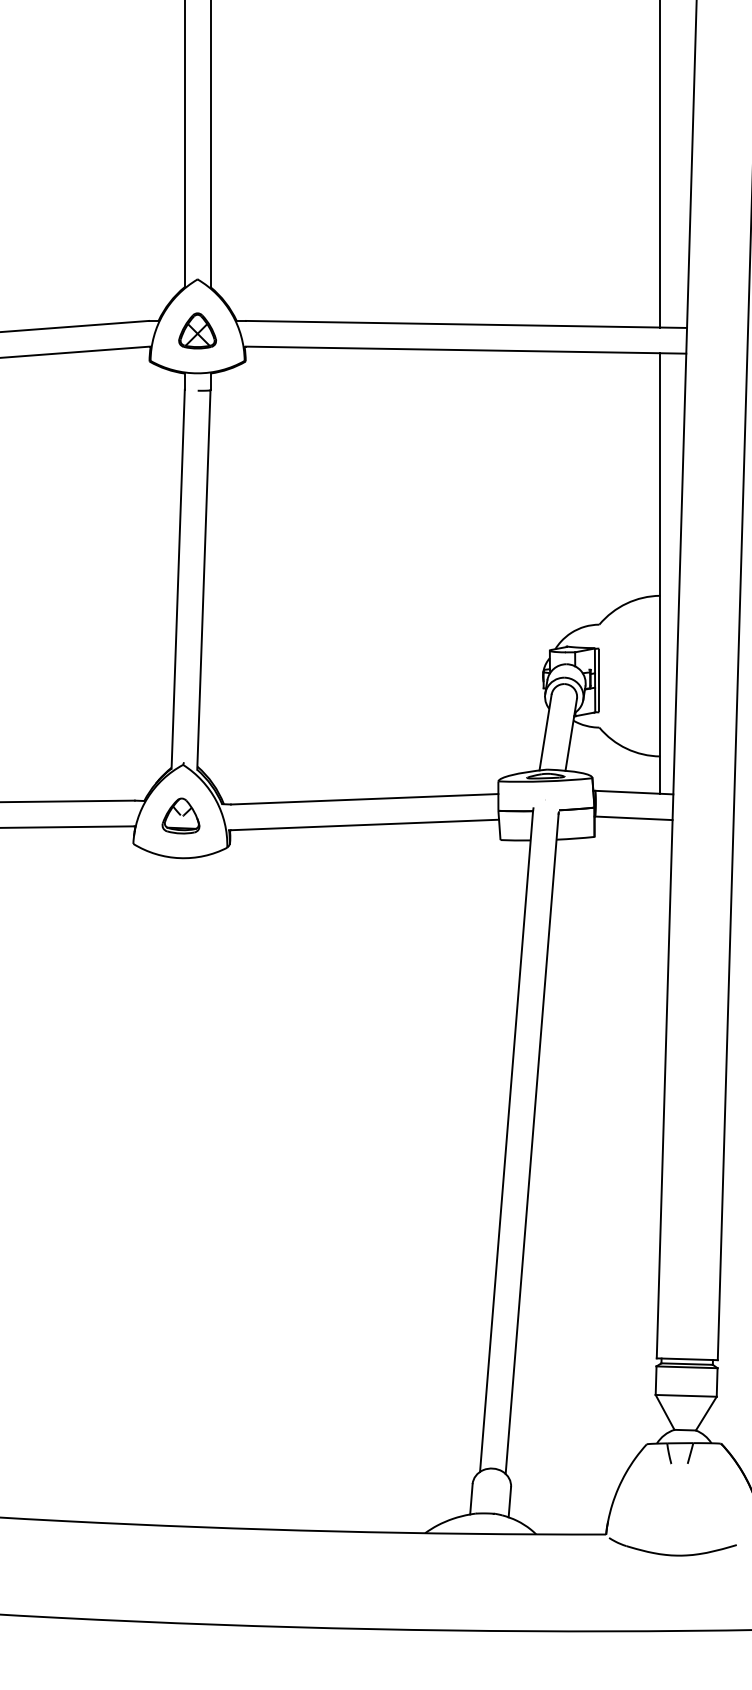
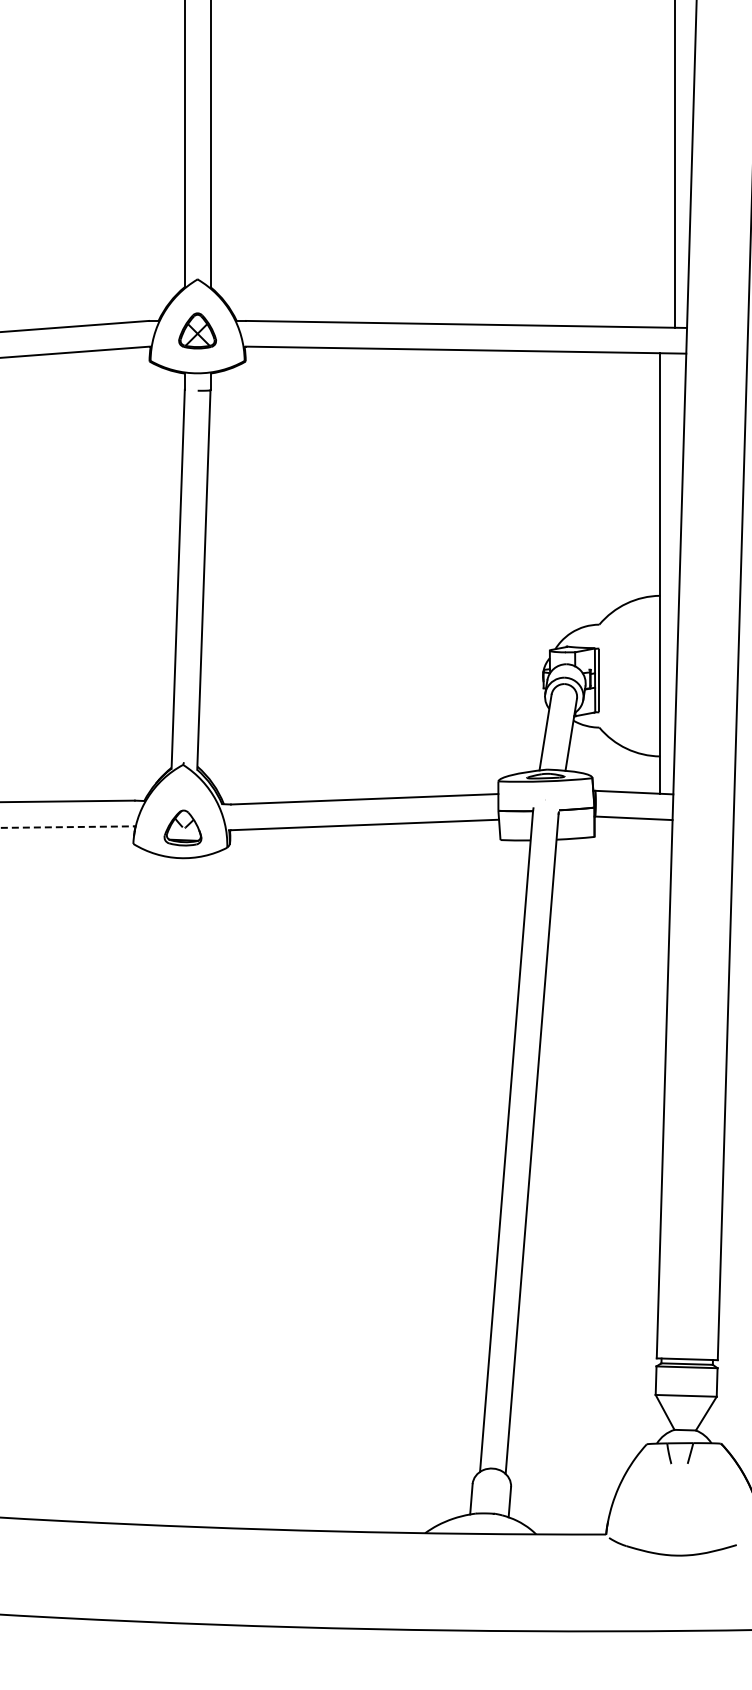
line at (660, 164) position: (660, 164) -> (675, 164)
part at (180, 815) position: (180, 815) -> (182, 827)
line at (67, 827): solid -> dashed
